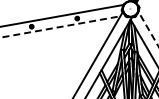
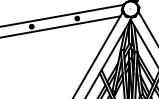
line at (60, 26): dashed -> solid
line at (148, 29): dashed -> solid
